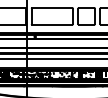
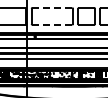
line at (52, 8): solid -> dashed
line at (52, 24): solid -> dashed
